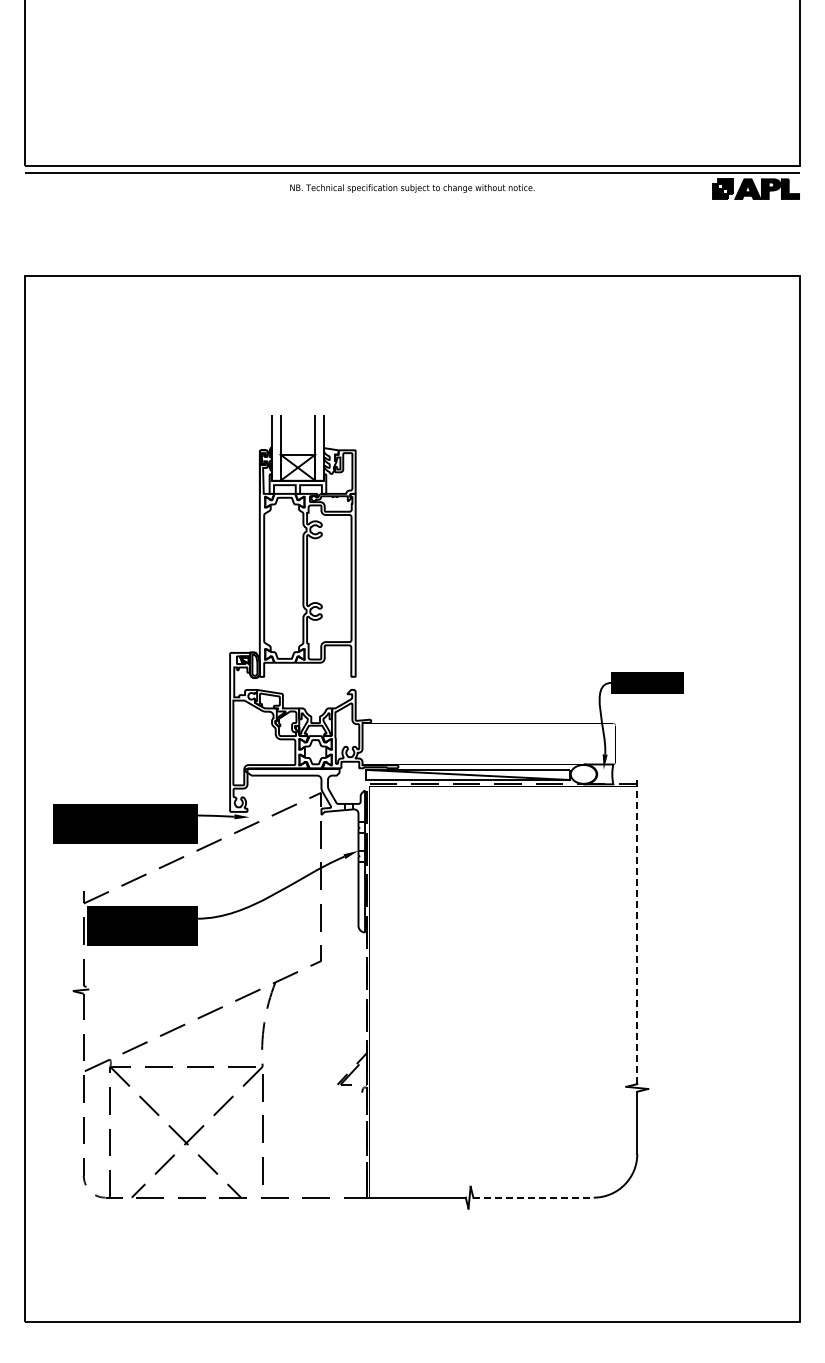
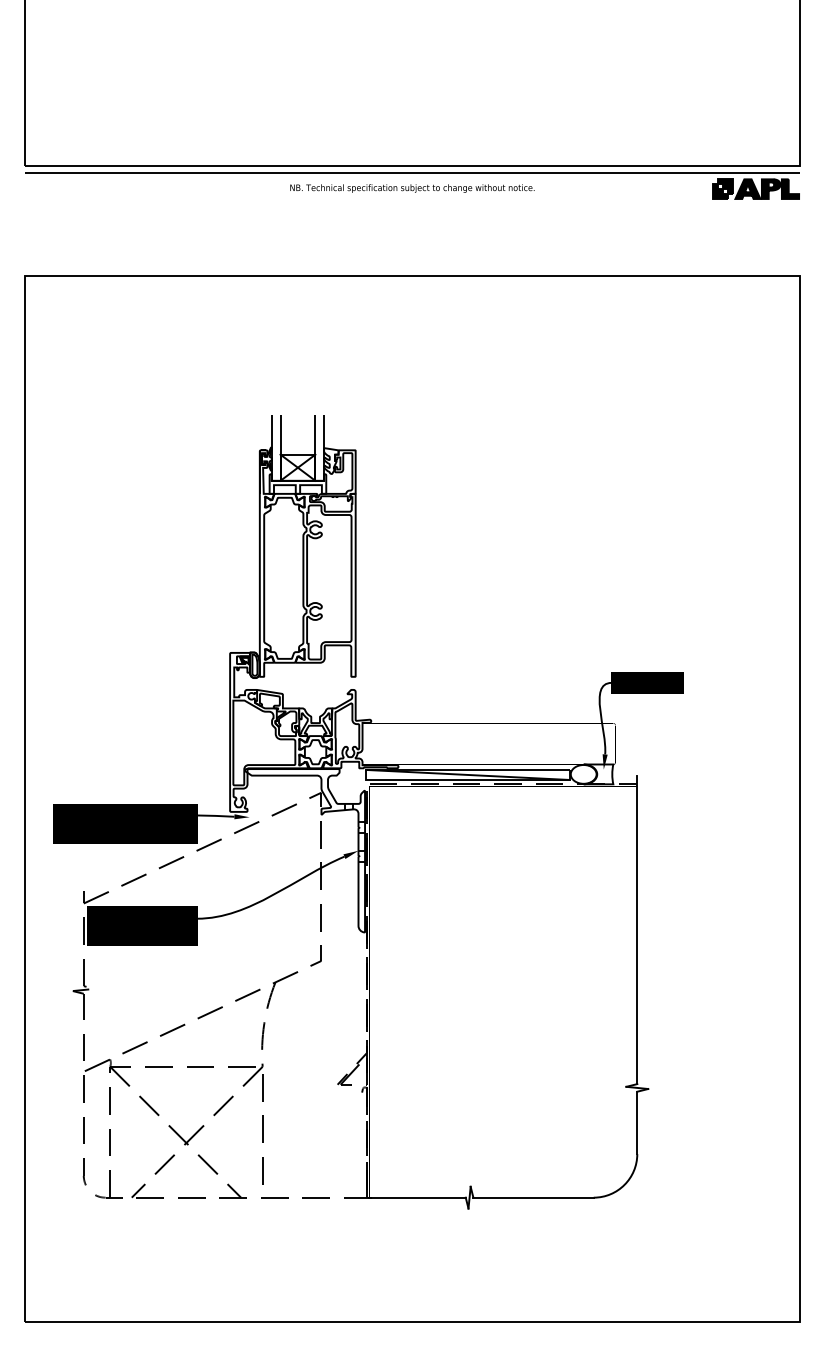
line at (637, 929): dashed -> solid
line at (534, 1197): dashed -> solid
